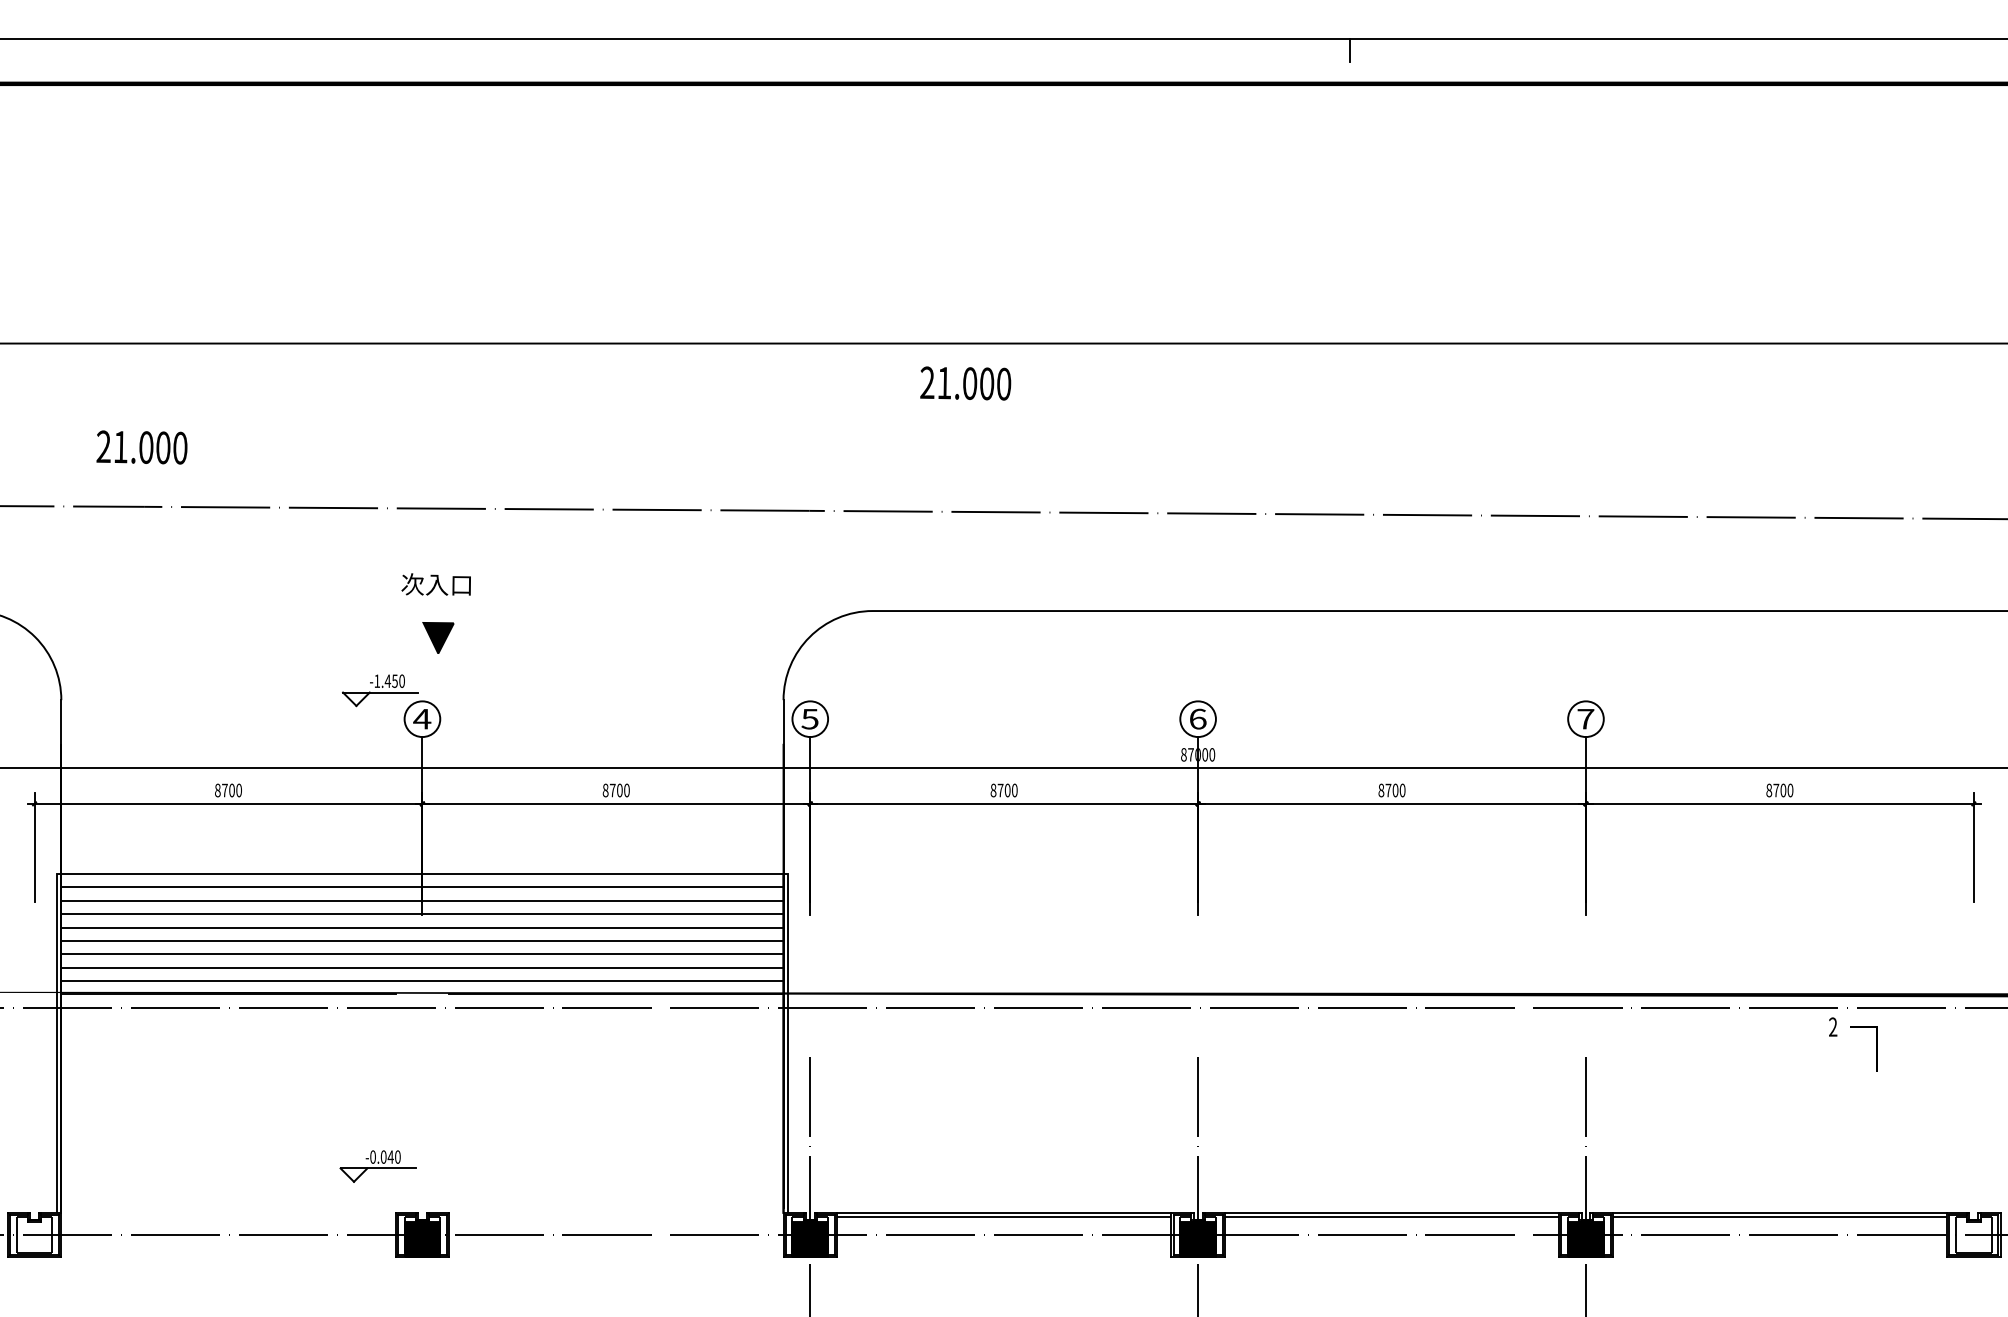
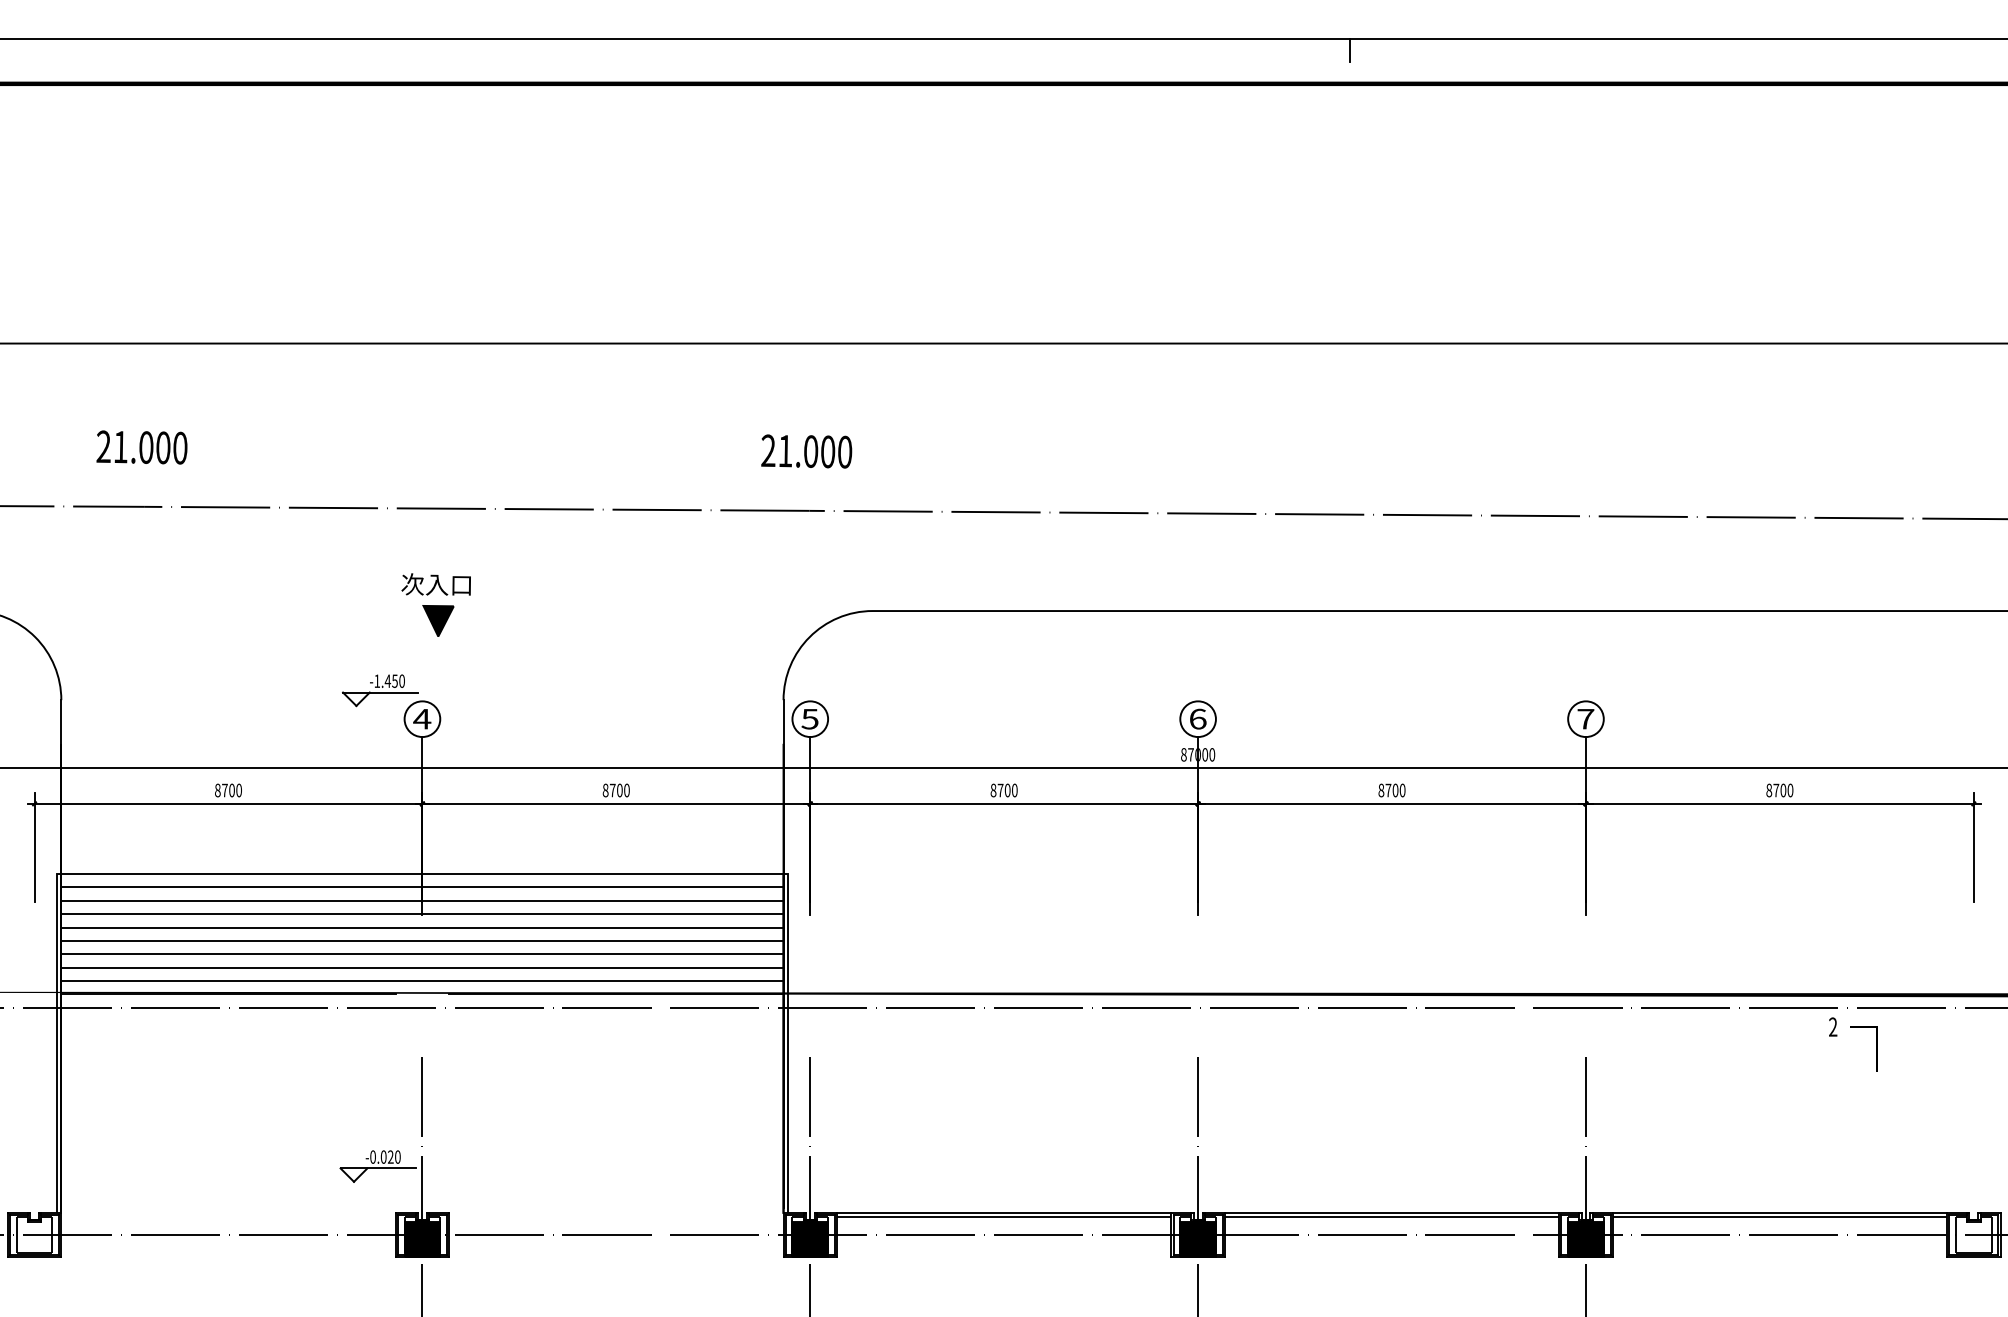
text at (965, 383) position: (965, 383) -> (806, 451)
part at (438, 637) position: (438, 637) -> (438, 620)
text at (390, 1156): -0.040 -> -0.020
line at (422, 1184): none -> present
